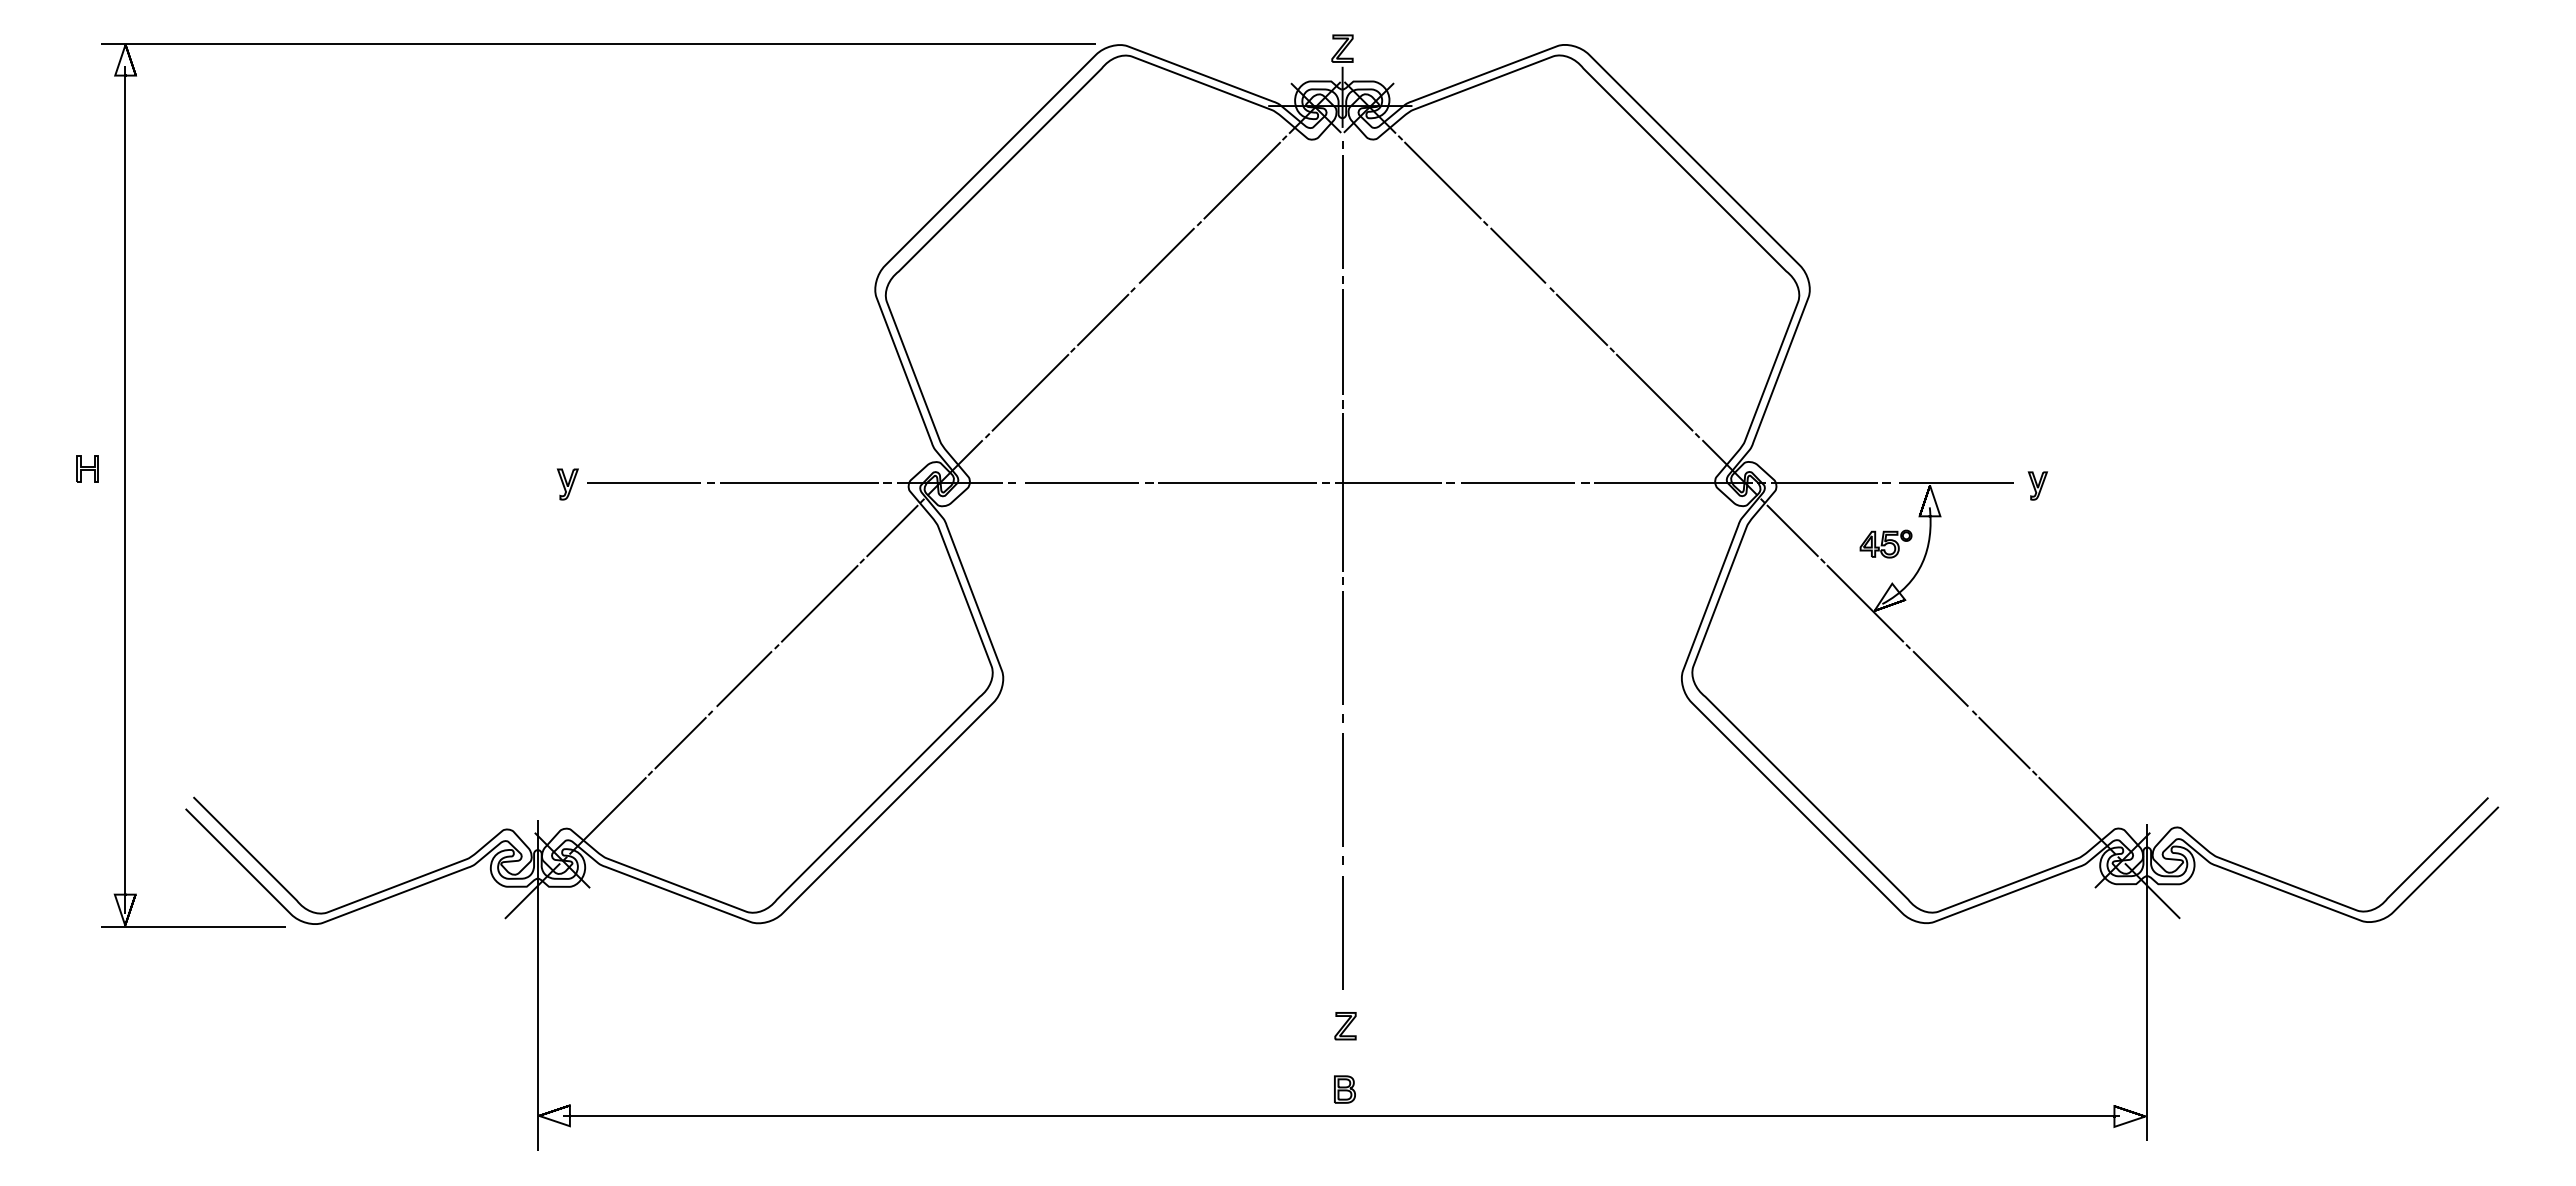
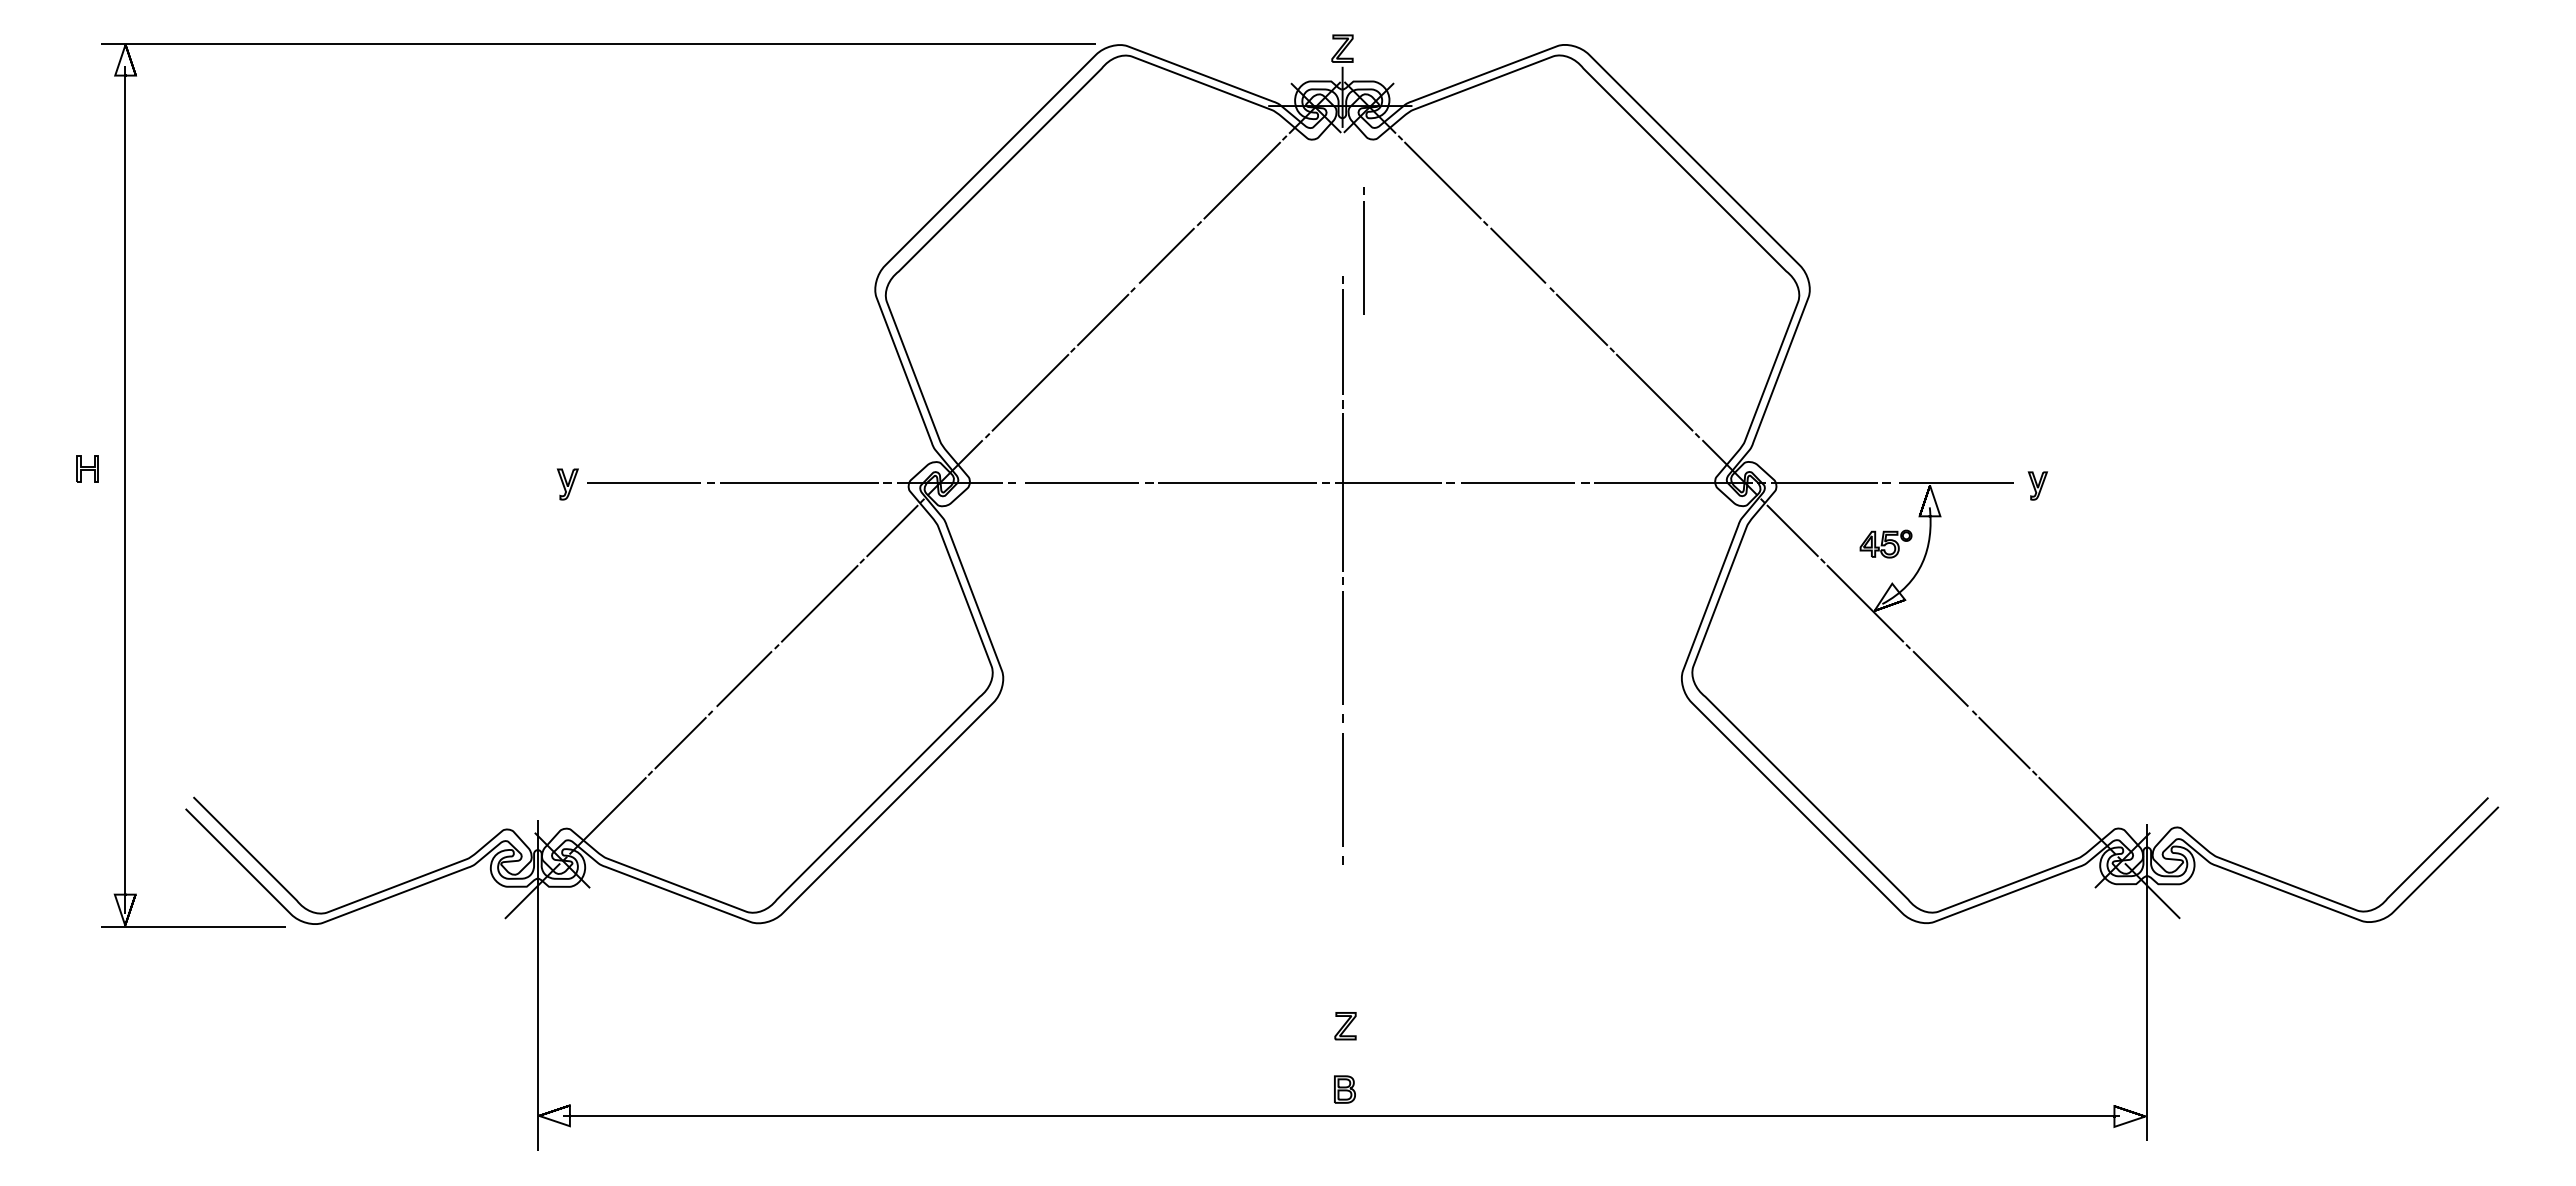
line at (1342, 204) position: (1342, 204) -> (1363, 250)
line at (1342, 932): present -> none
